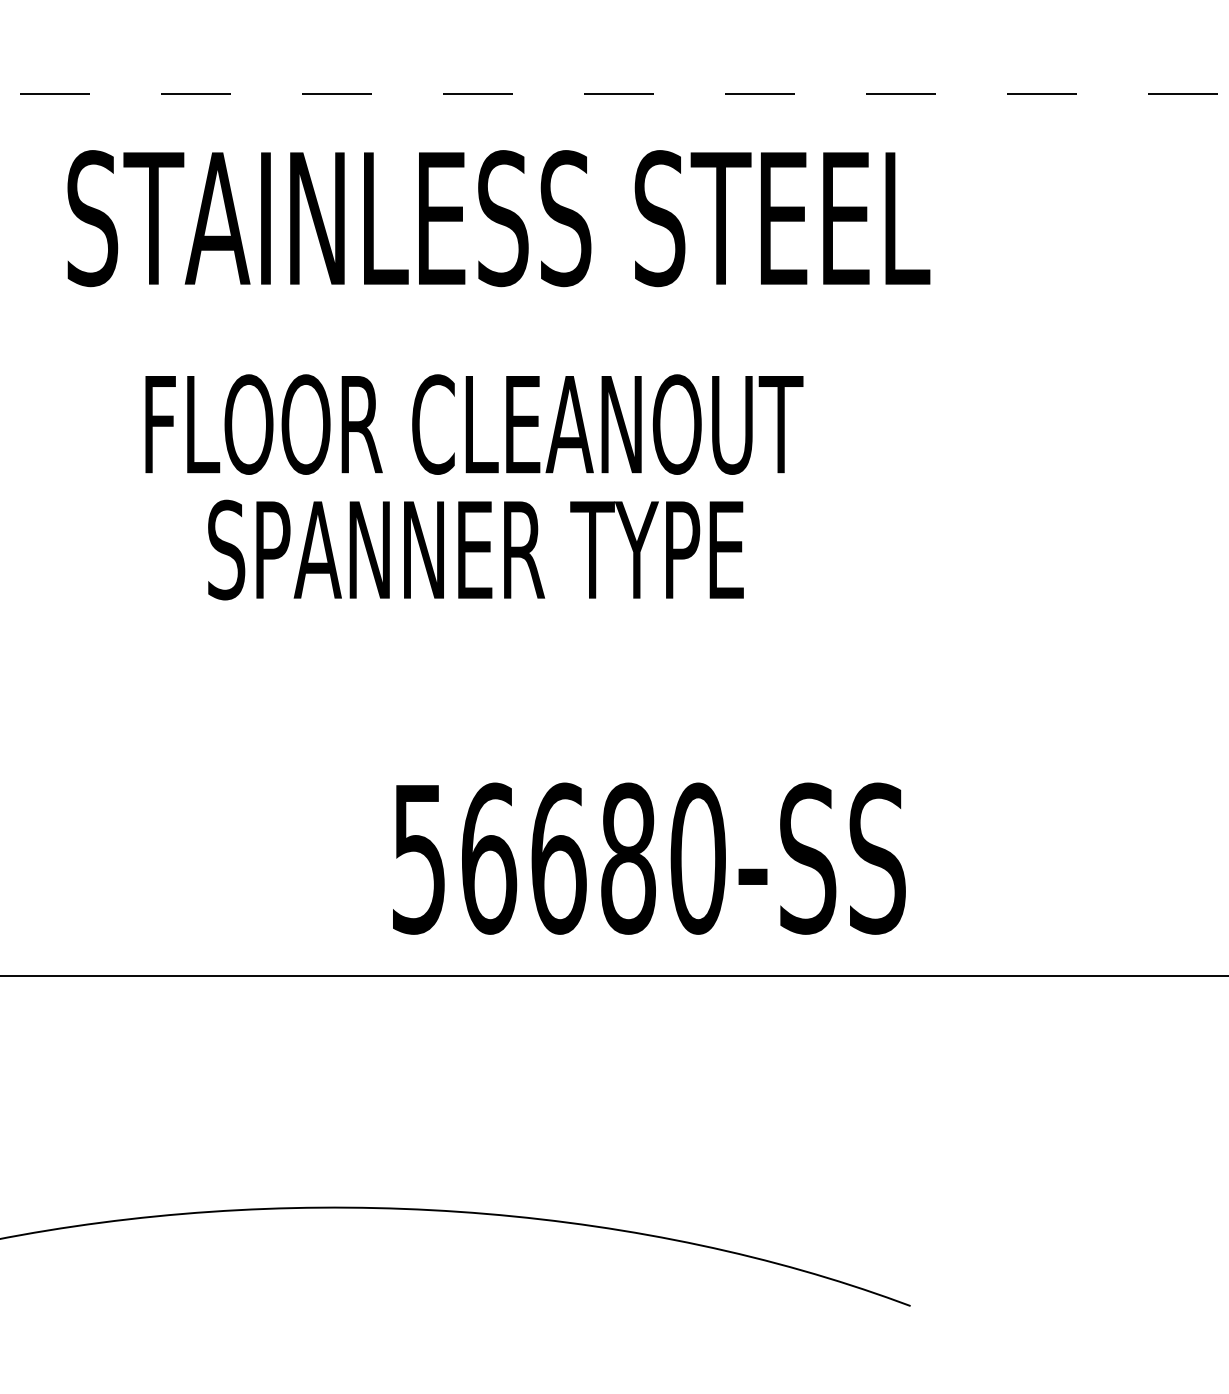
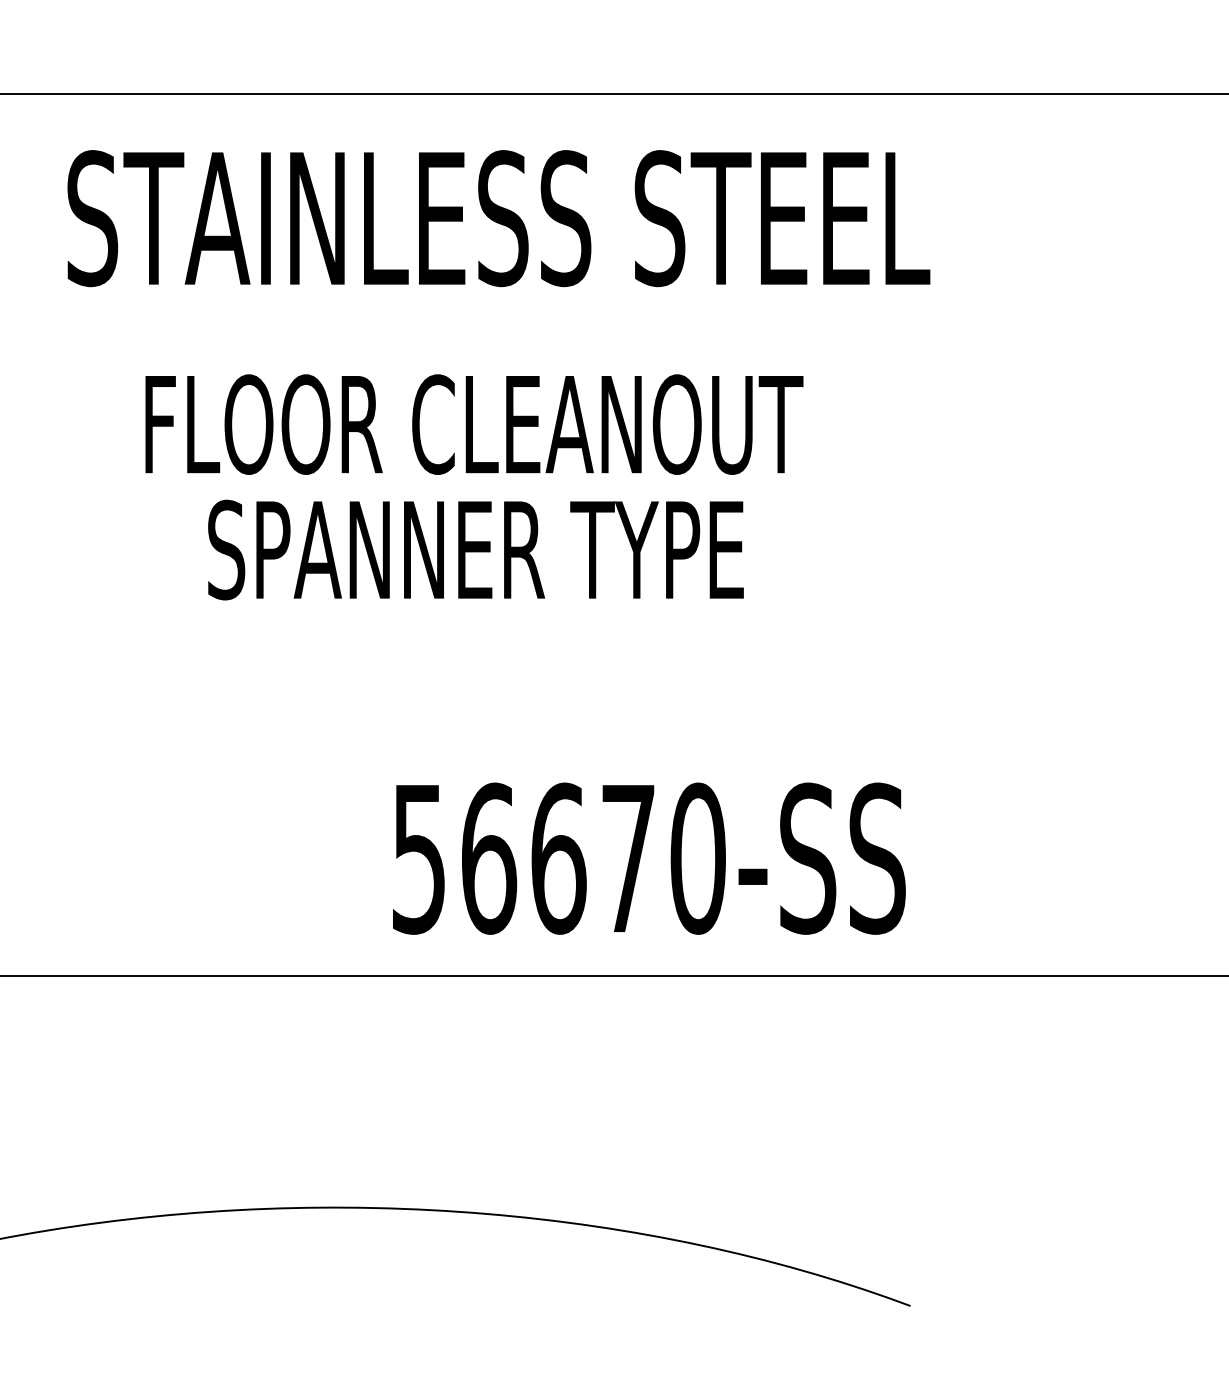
line at (614, 94): dashed -> solid
text at (628, 858): 56680-SS -> 56670-SS
